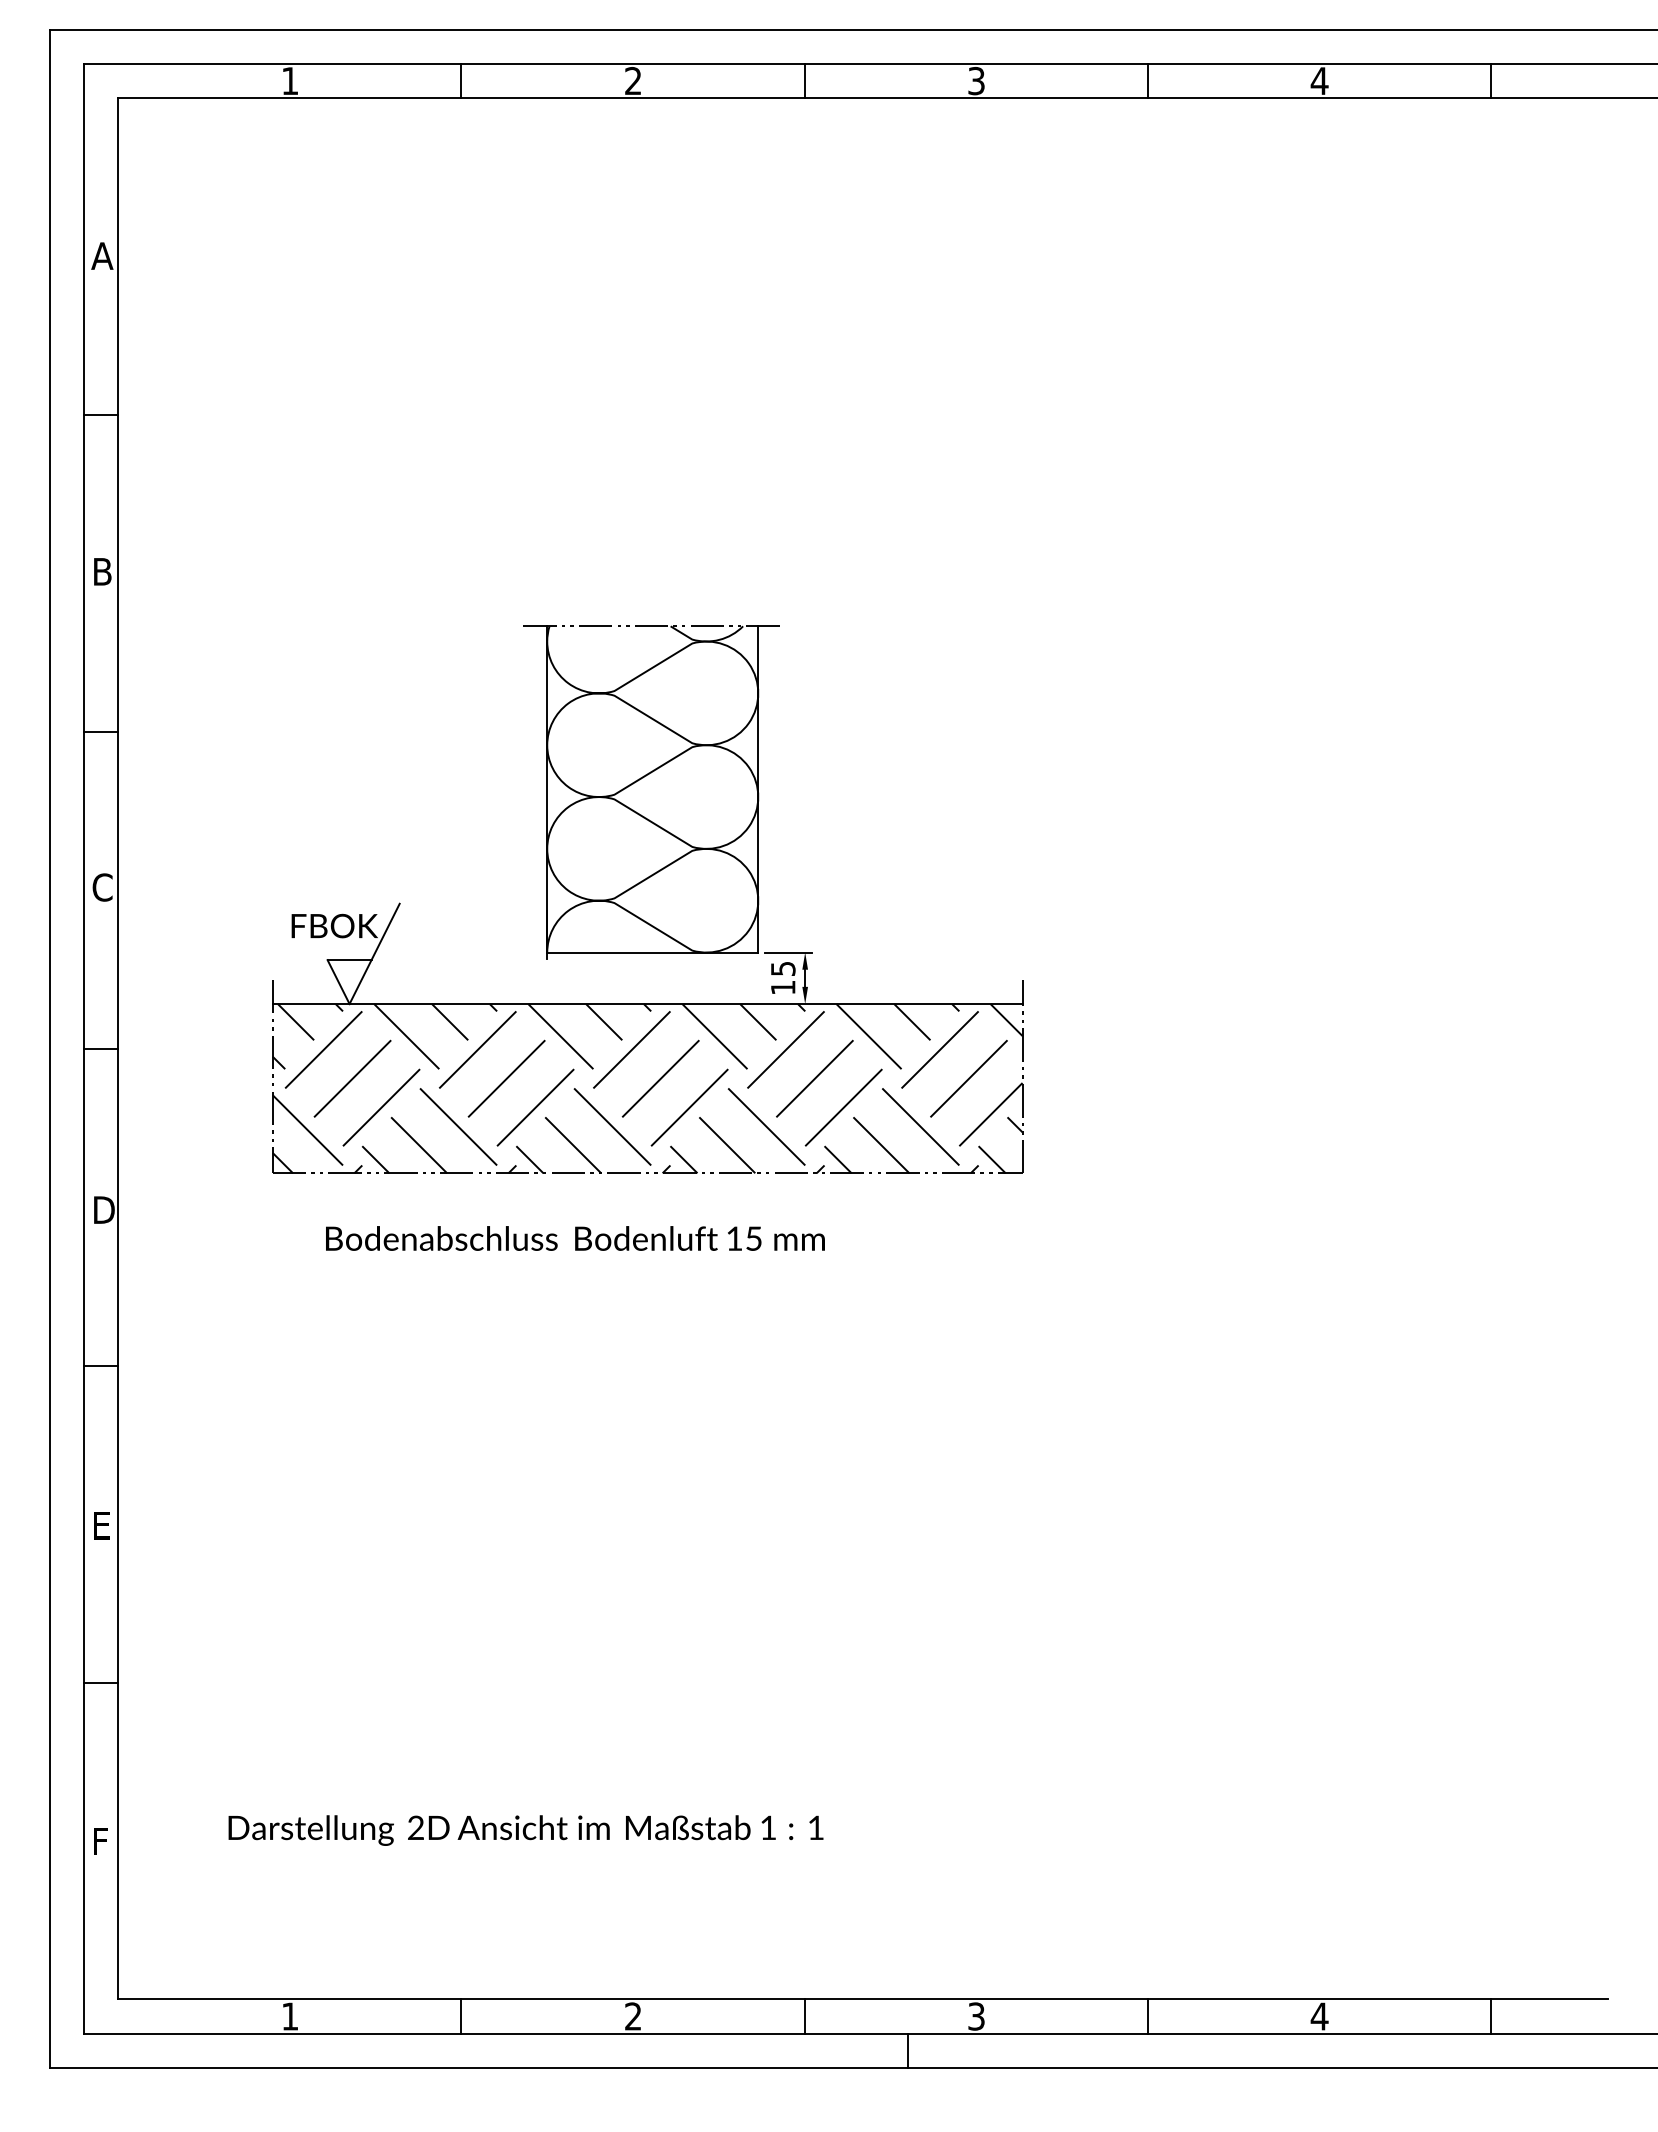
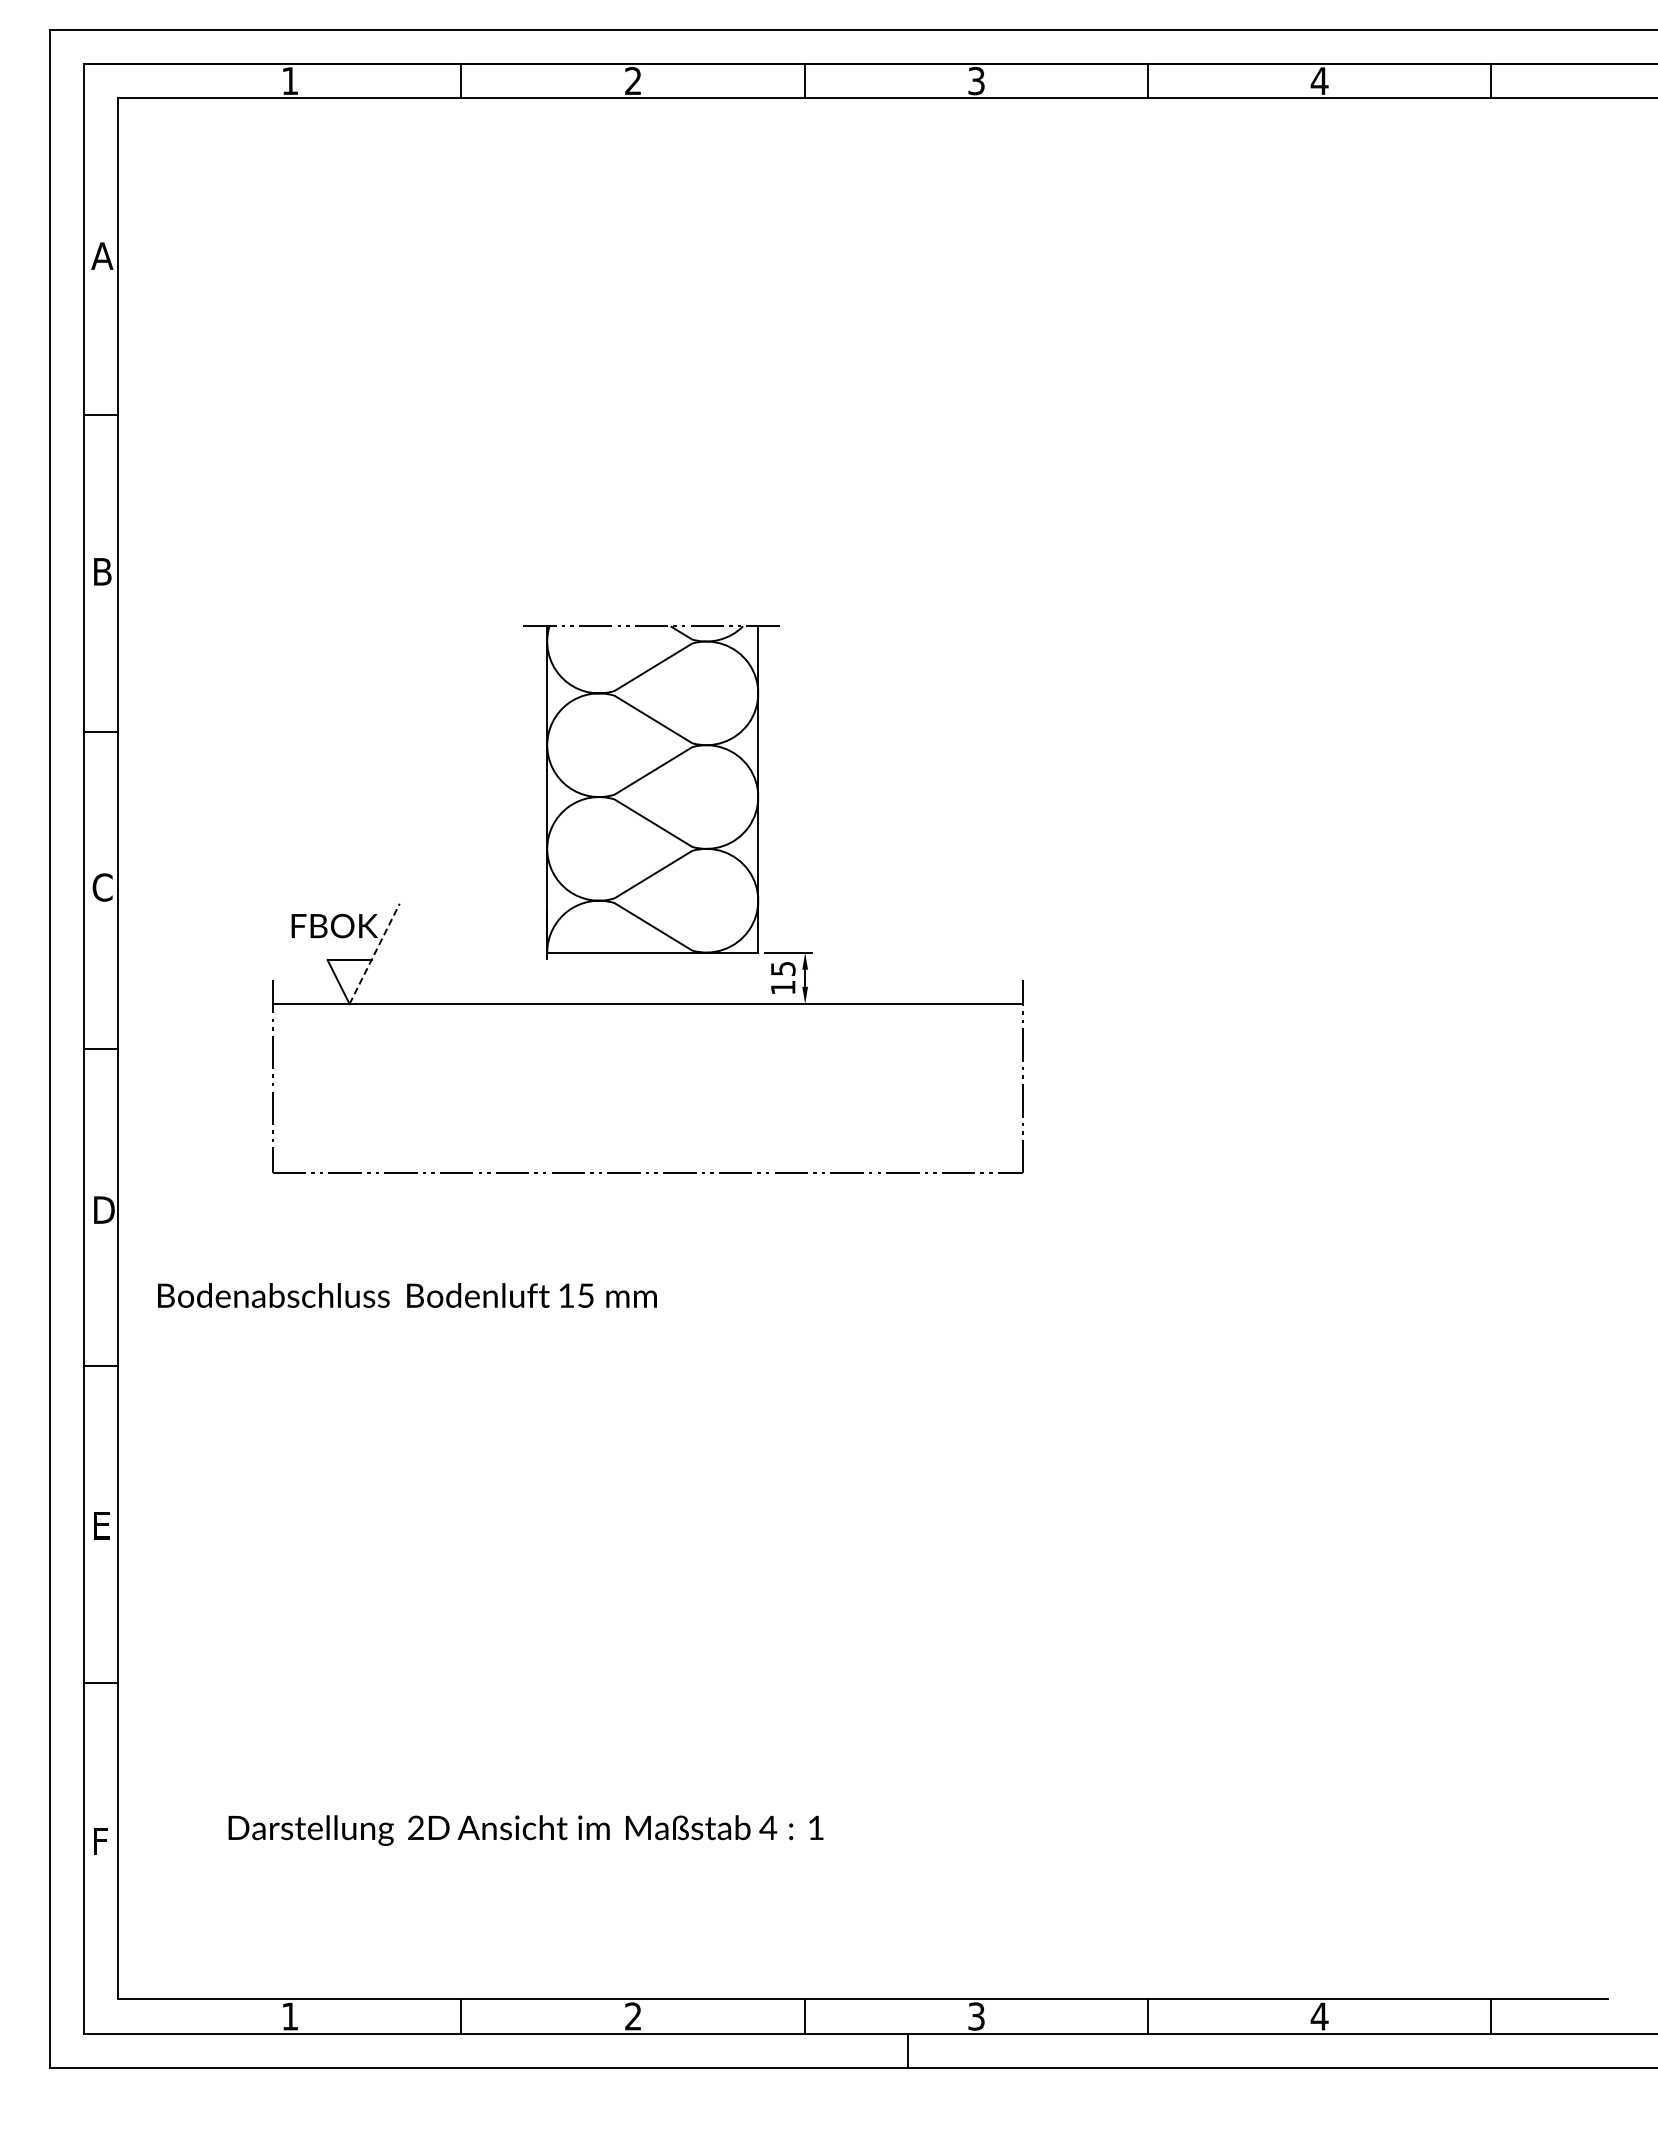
line at (374, 953): solid -> dashed
hatch at (647, 1088): present -> none
text at (575, 1238) position: (575, 1238) -> (407, 1295)
text at (768, 1827): 1 -> 4
